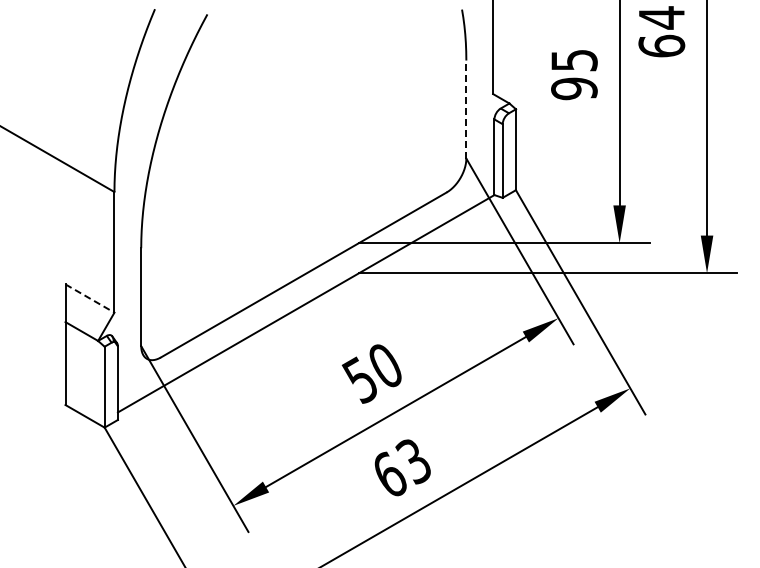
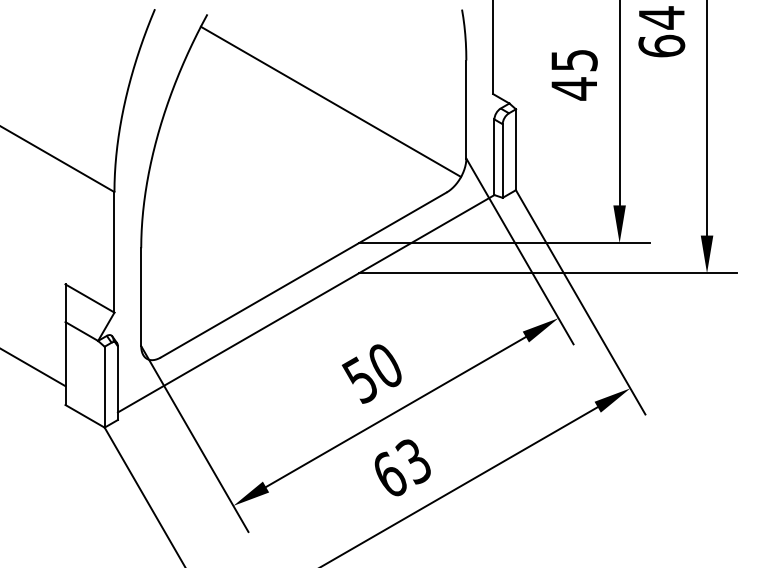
text at (574, 88): 95 -> 45
line at (330, 101): none -> present
line at (466, 109): dashed -> solid
line at (90, 298): dashed -> solid
line at (33, 367): none -> present
